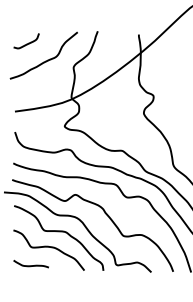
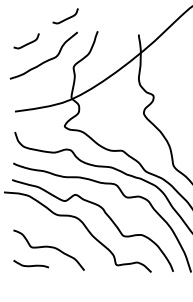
curve at (65, 18): none -> present
curve at (59, 232): present -> none
